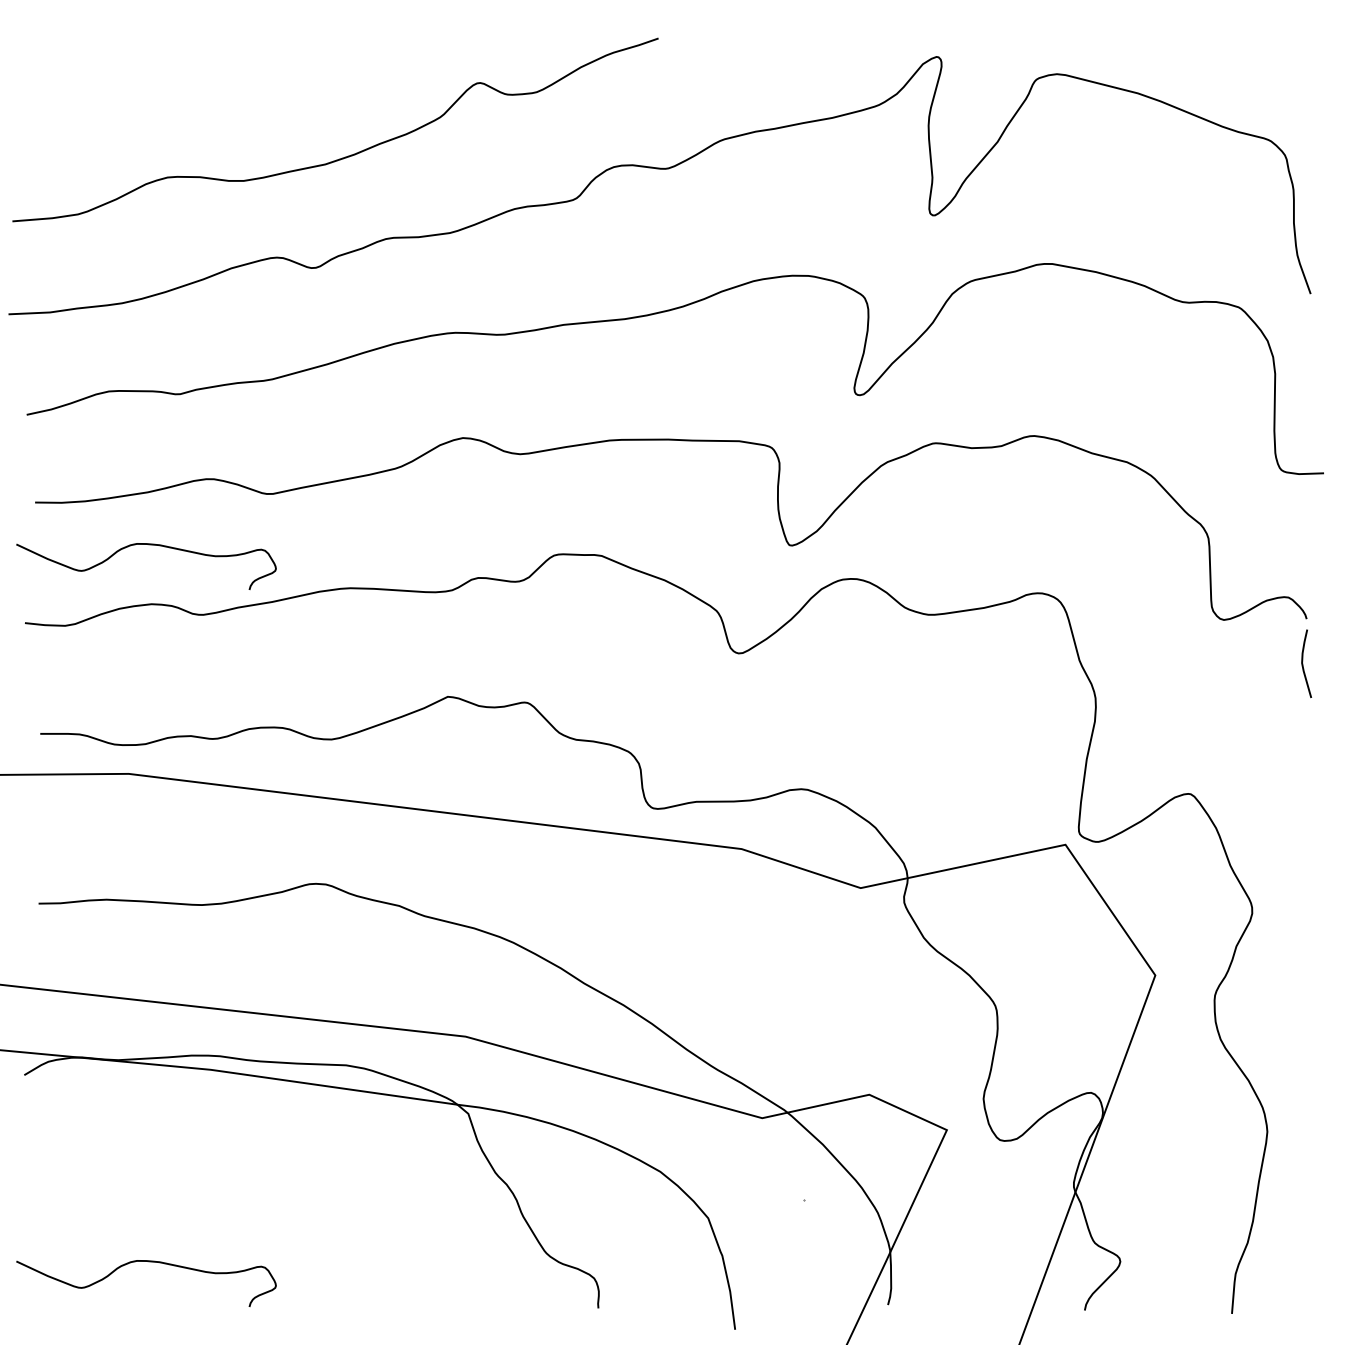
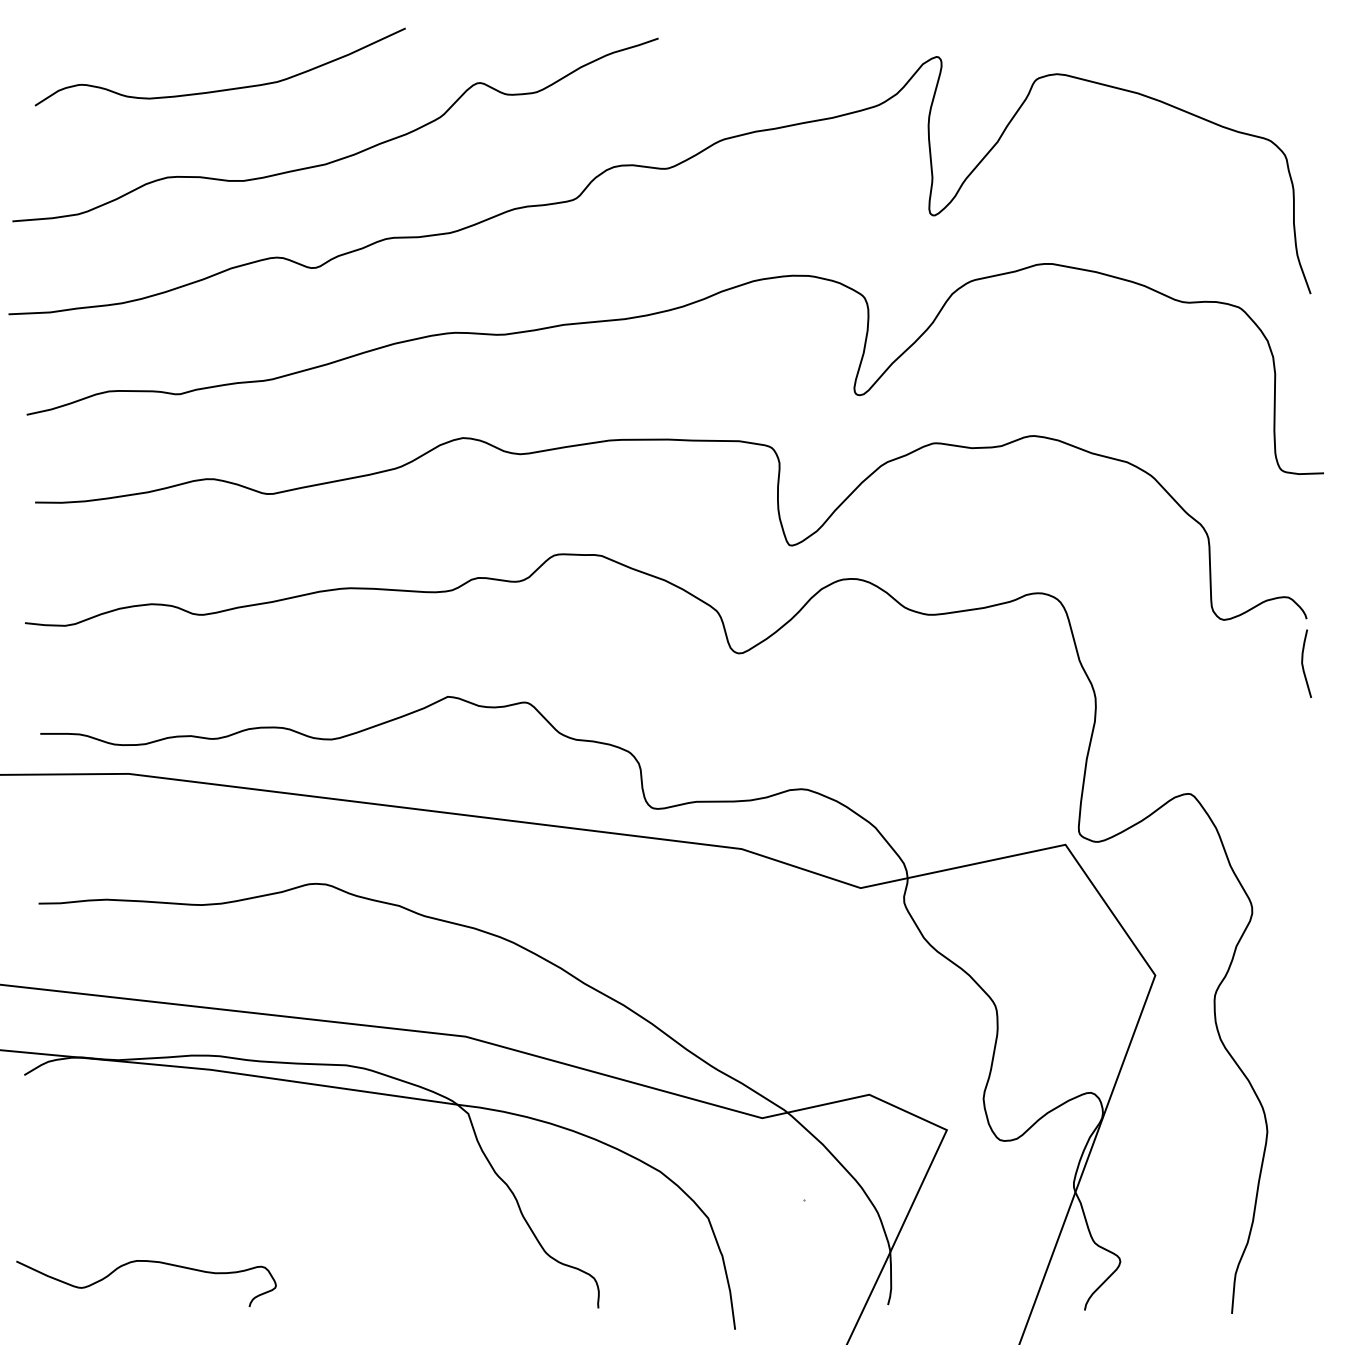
curve at (221, 89): none -> present
curve at (148, 545): present -> none
